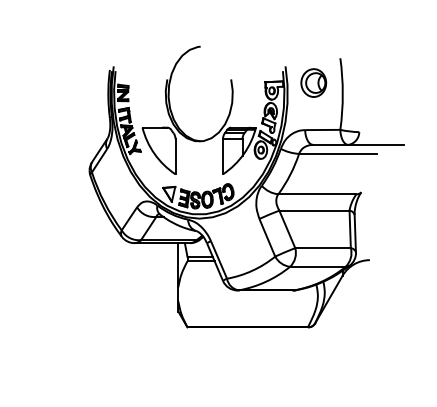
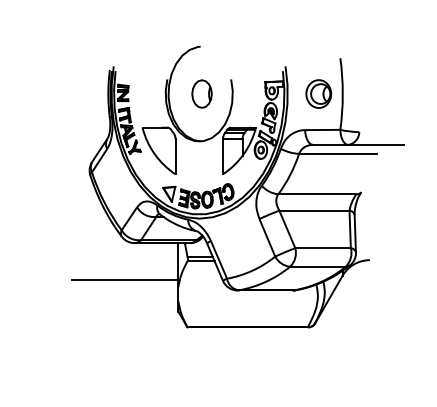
part at (313, 82) position: (313, 82) -> (318, 93)
part at (201, 93): none -> present
line at (124, 279): none -> present
